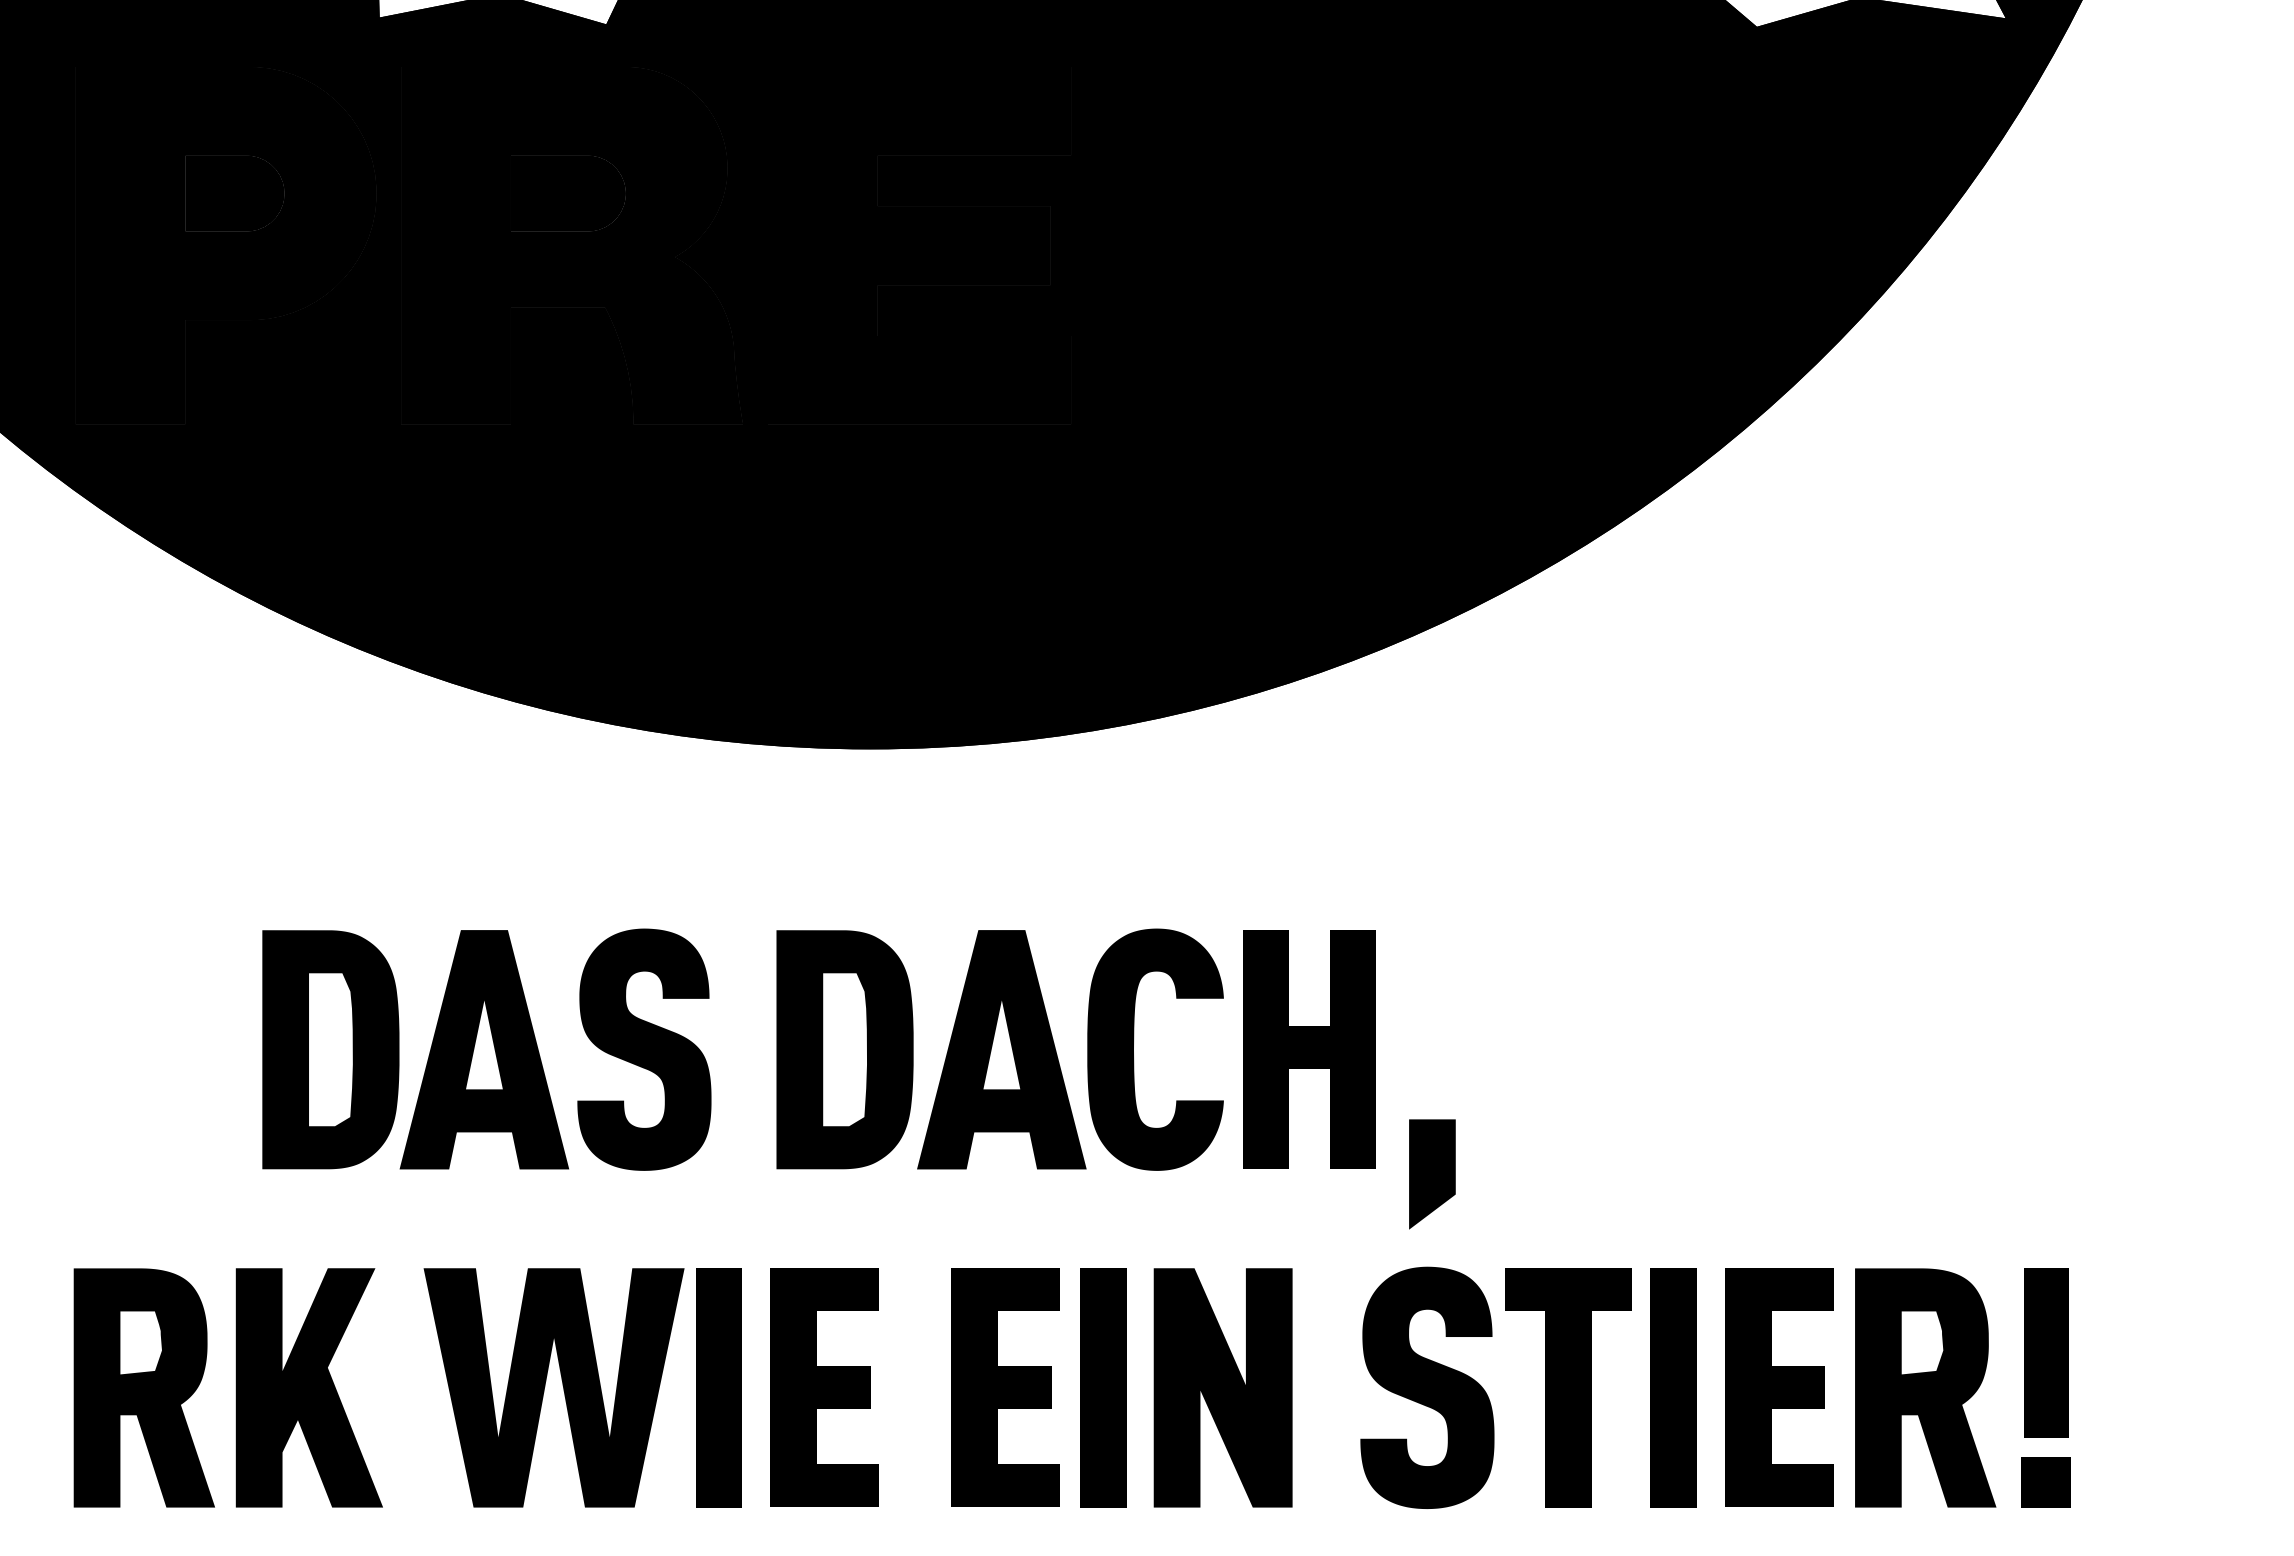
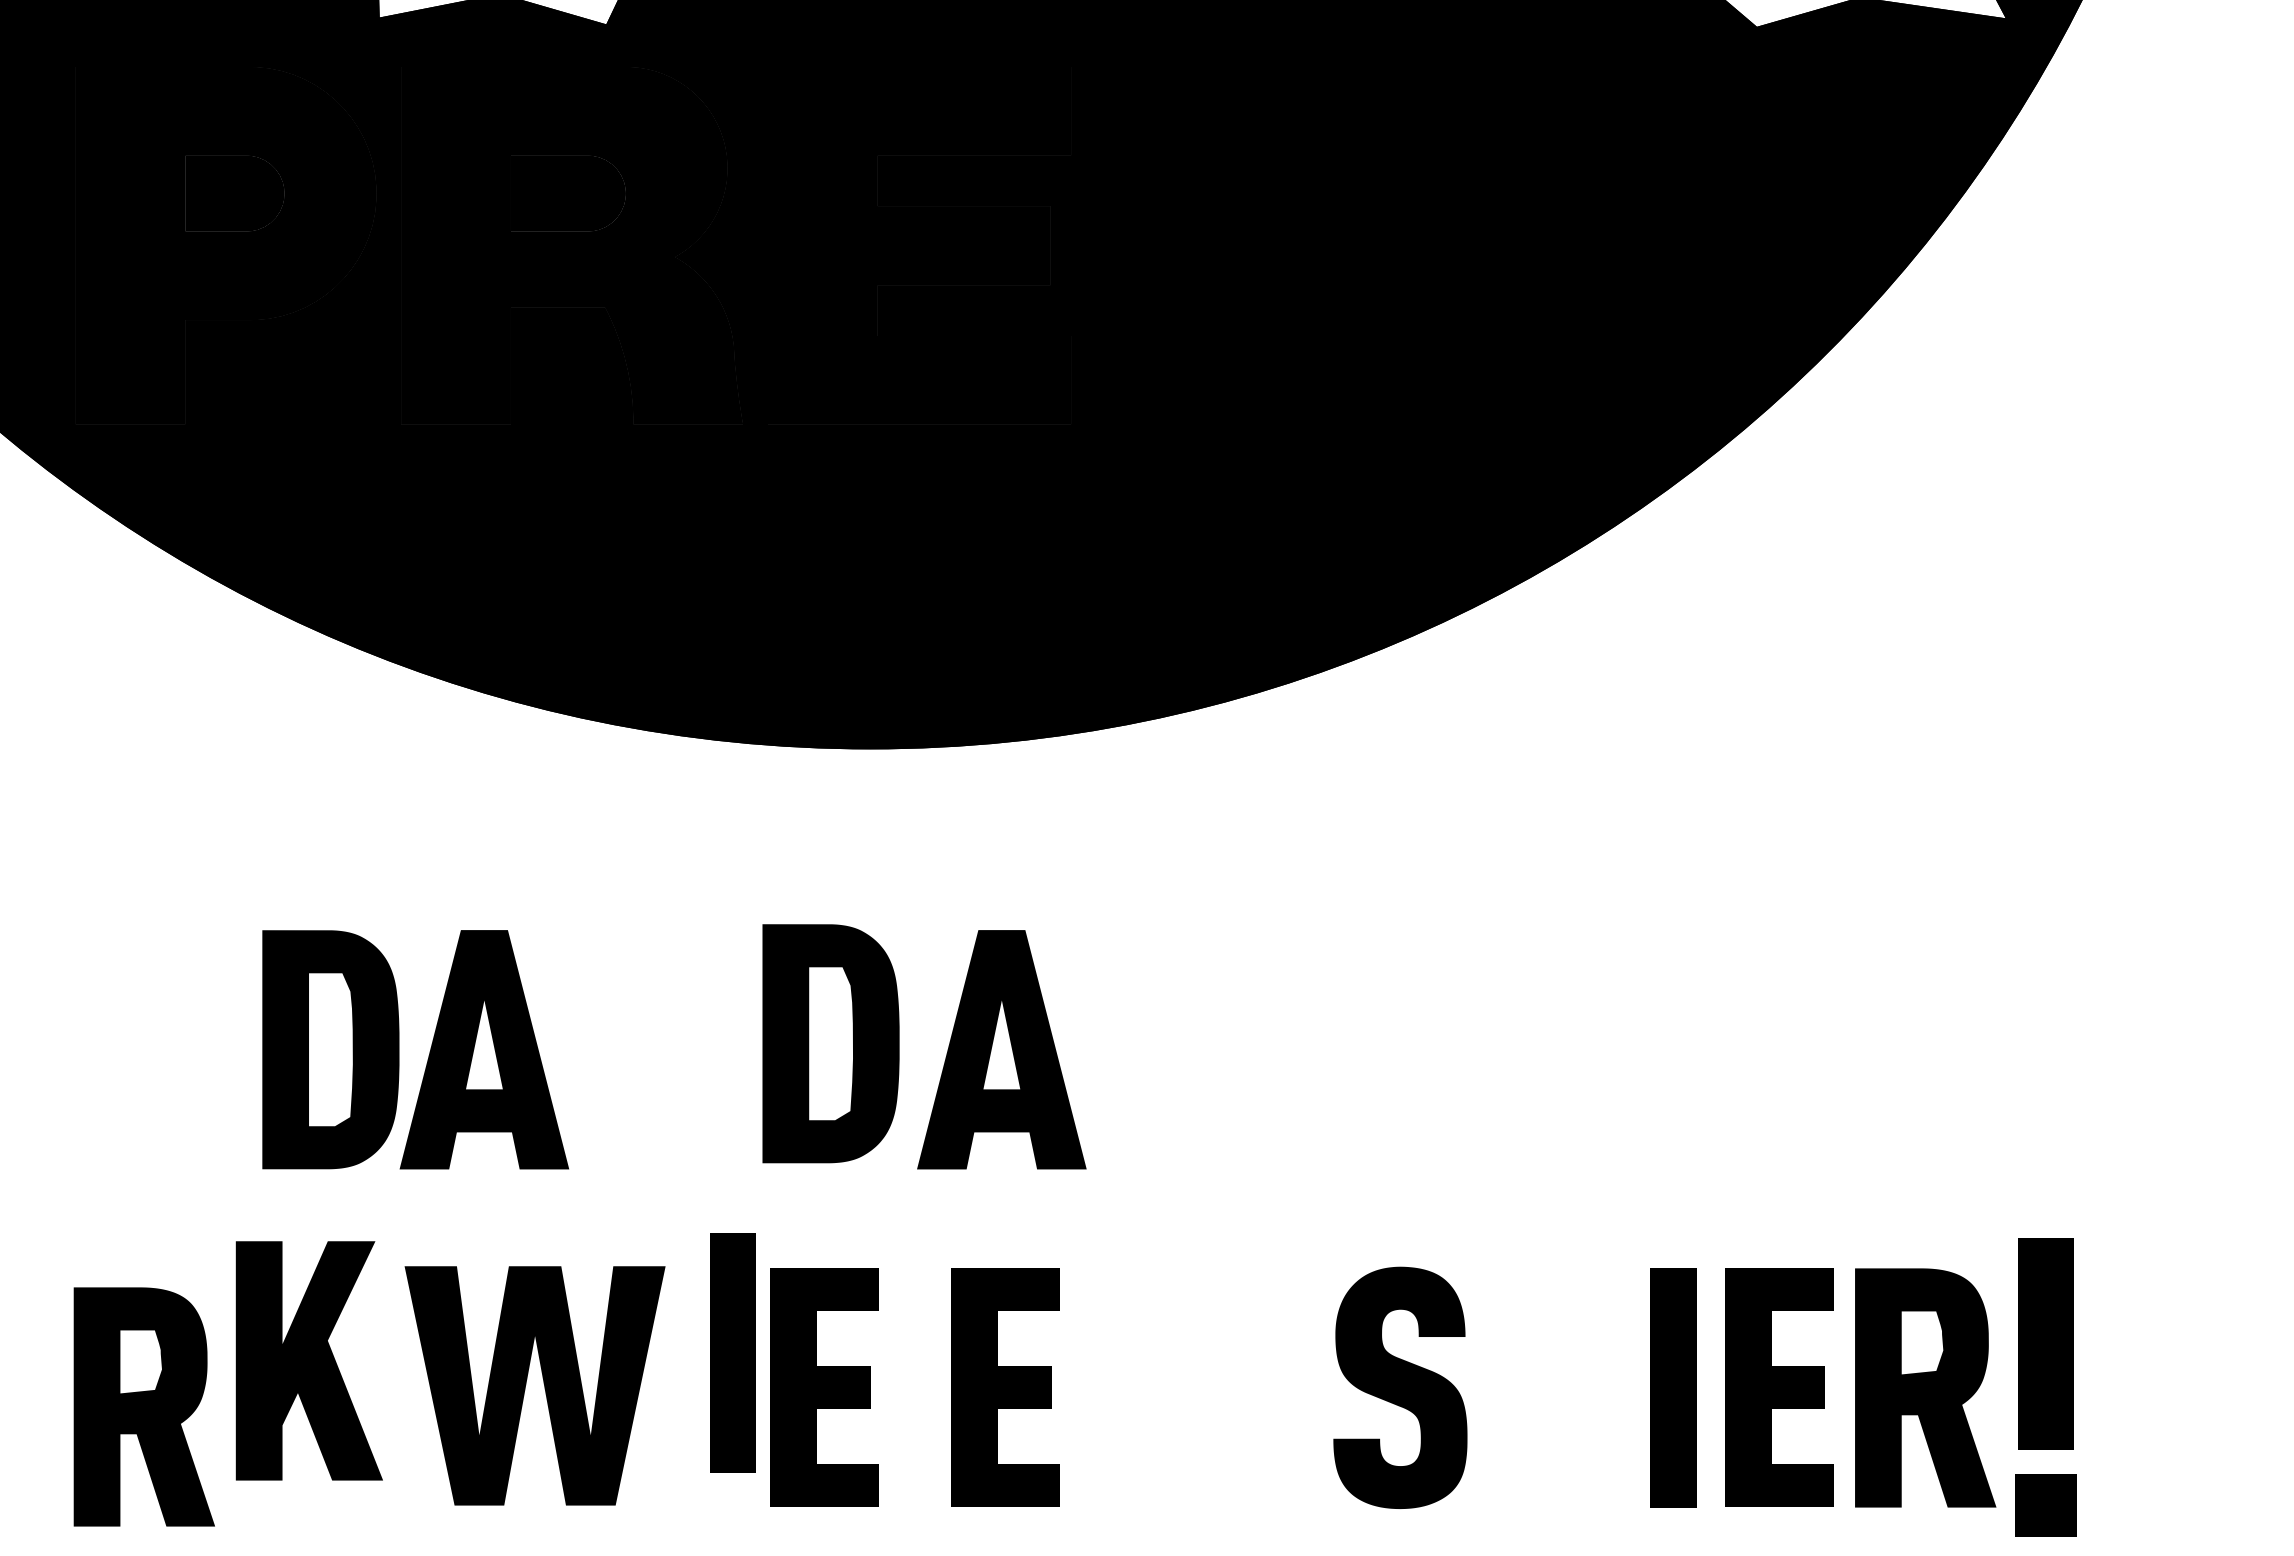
fill at (644, 1049): present -> none
part at (844, 1049) position: (844, 1049) -> (830, 1043)
fill at (1155, 1049): present -> none
fill at (1309, 1049): present -> none
part at (1432, 1174): present -> none
part at (143, 1387) position: (143, 1387) -> (143, 1406)
part at (308, 1387) position: (308, 1387) -> (308, 1360)
part at (545, 1387) position: (545, 1387) -> (526, 1385)
part at (718, 1387) position: (718, 1387) -> (732, 1352)
fill at (1103, 1387): present -> none
fill at (1222, 1387): present -> none
part at (1427, 1387) position: (1427, 1387) -> (1400, 1387)
fill at (1568, 1387): present -> none
part at (2045, 1387) size: 50x240 px -> 62x299 px
